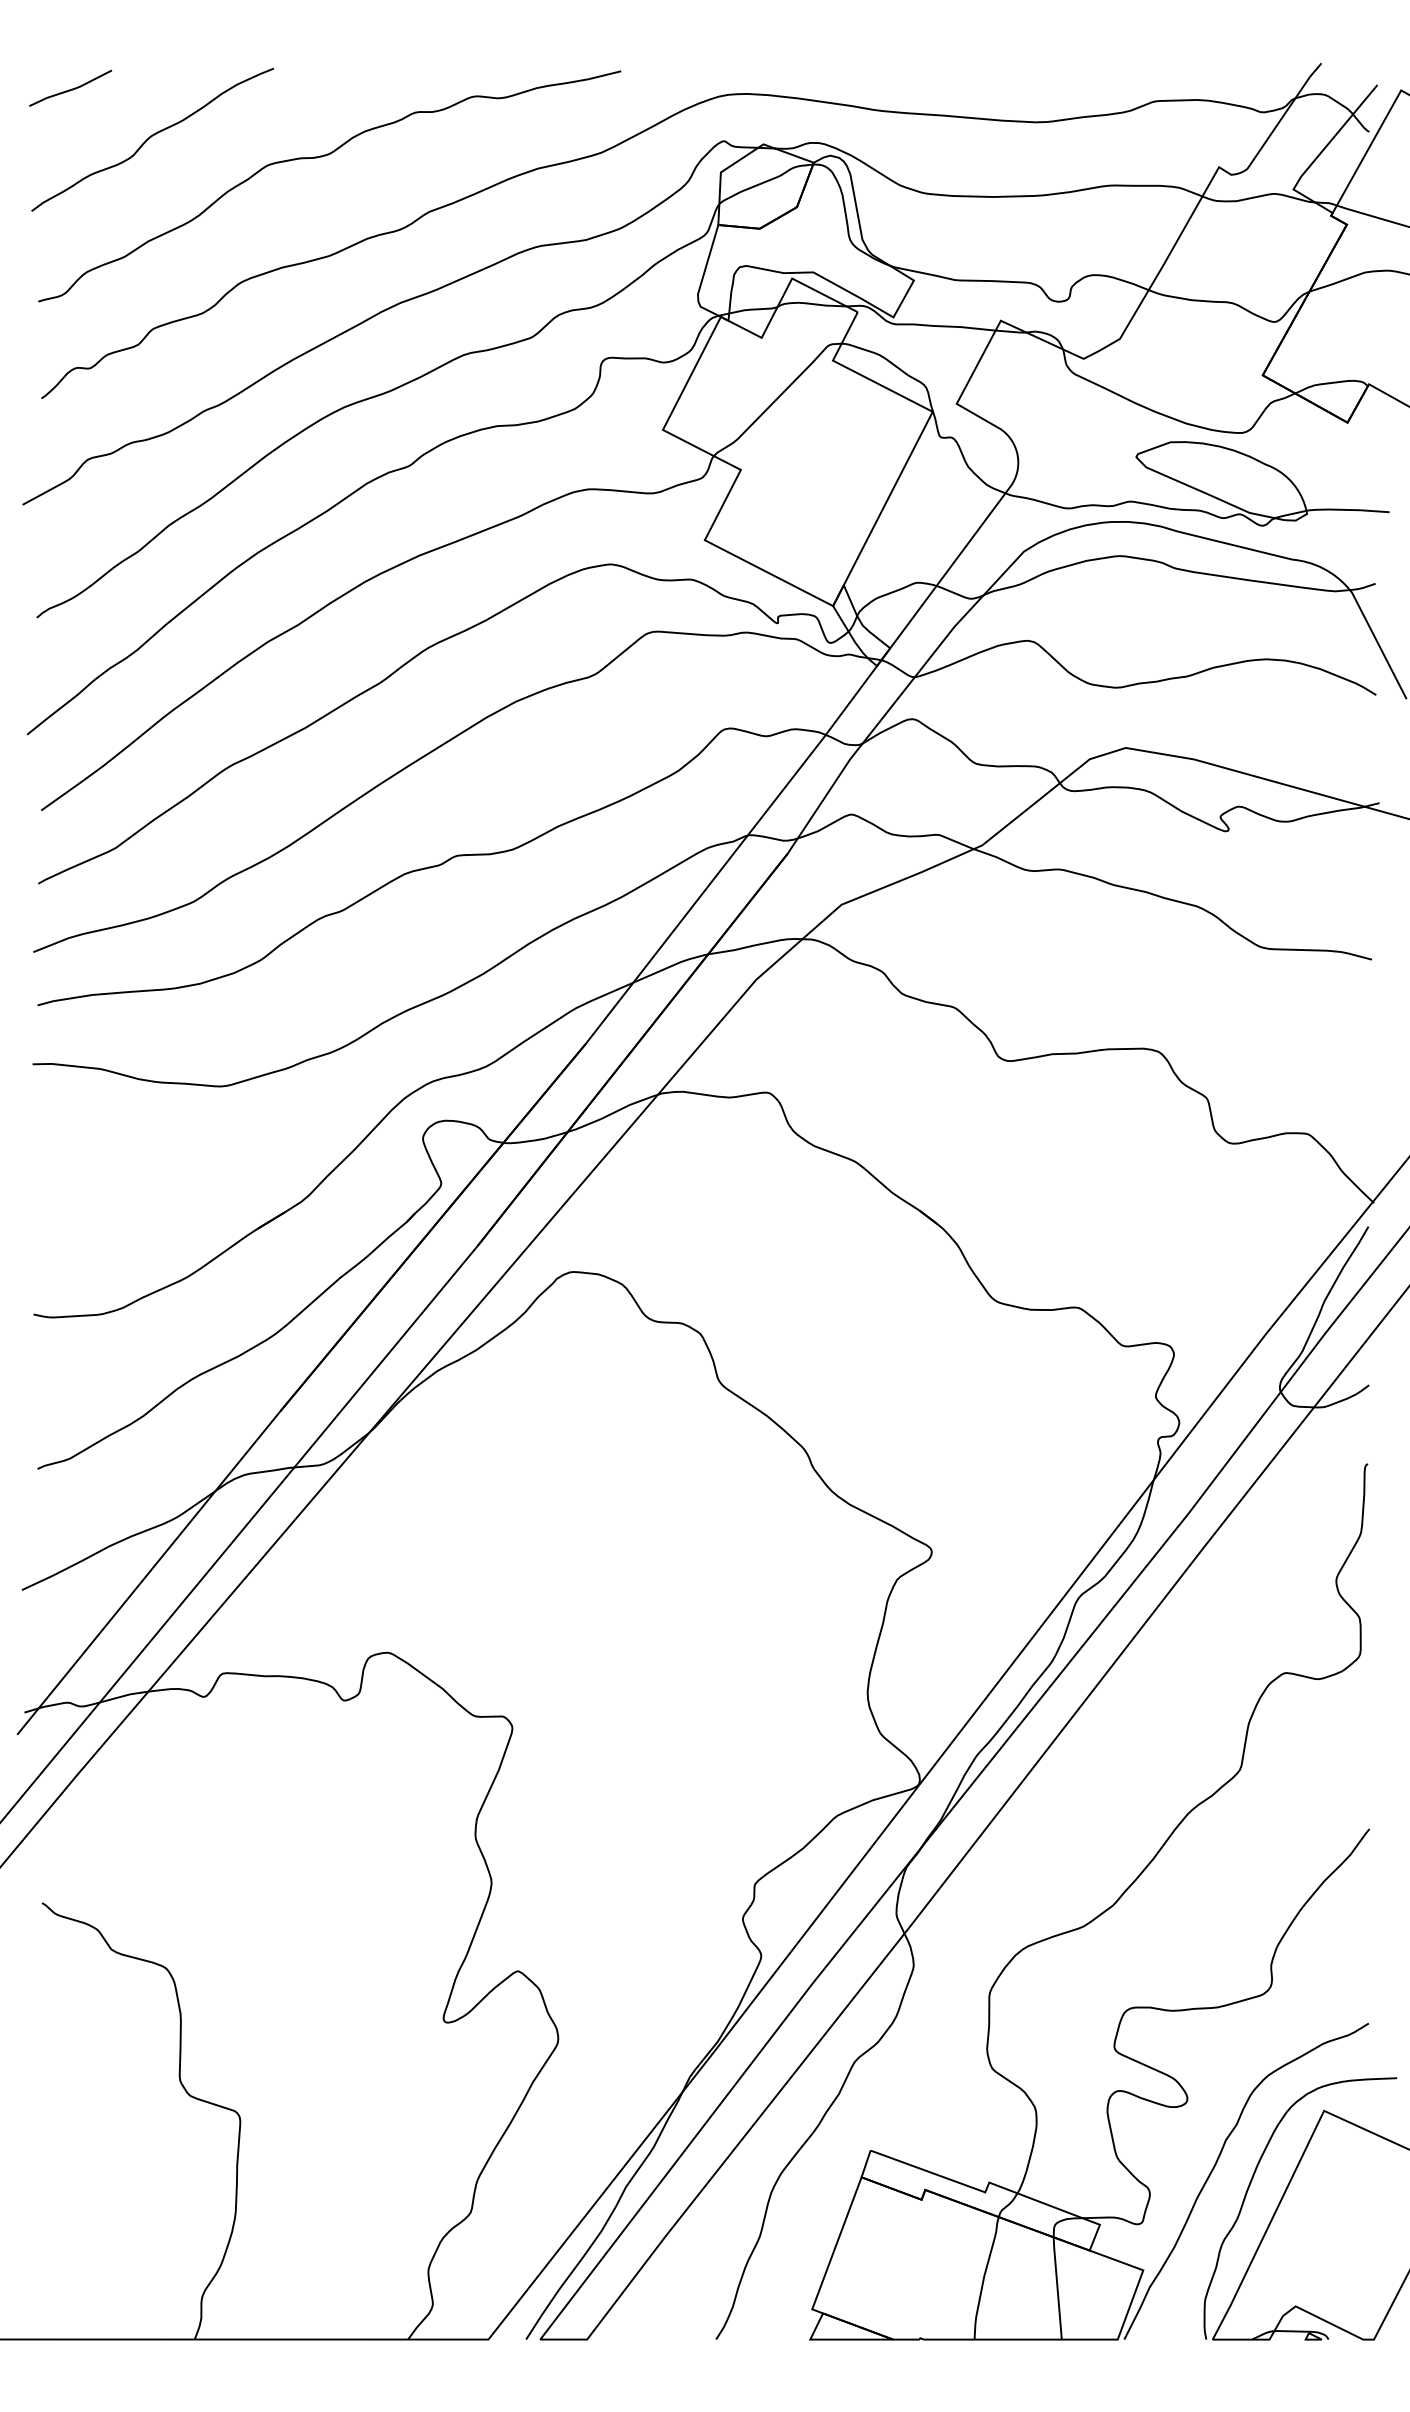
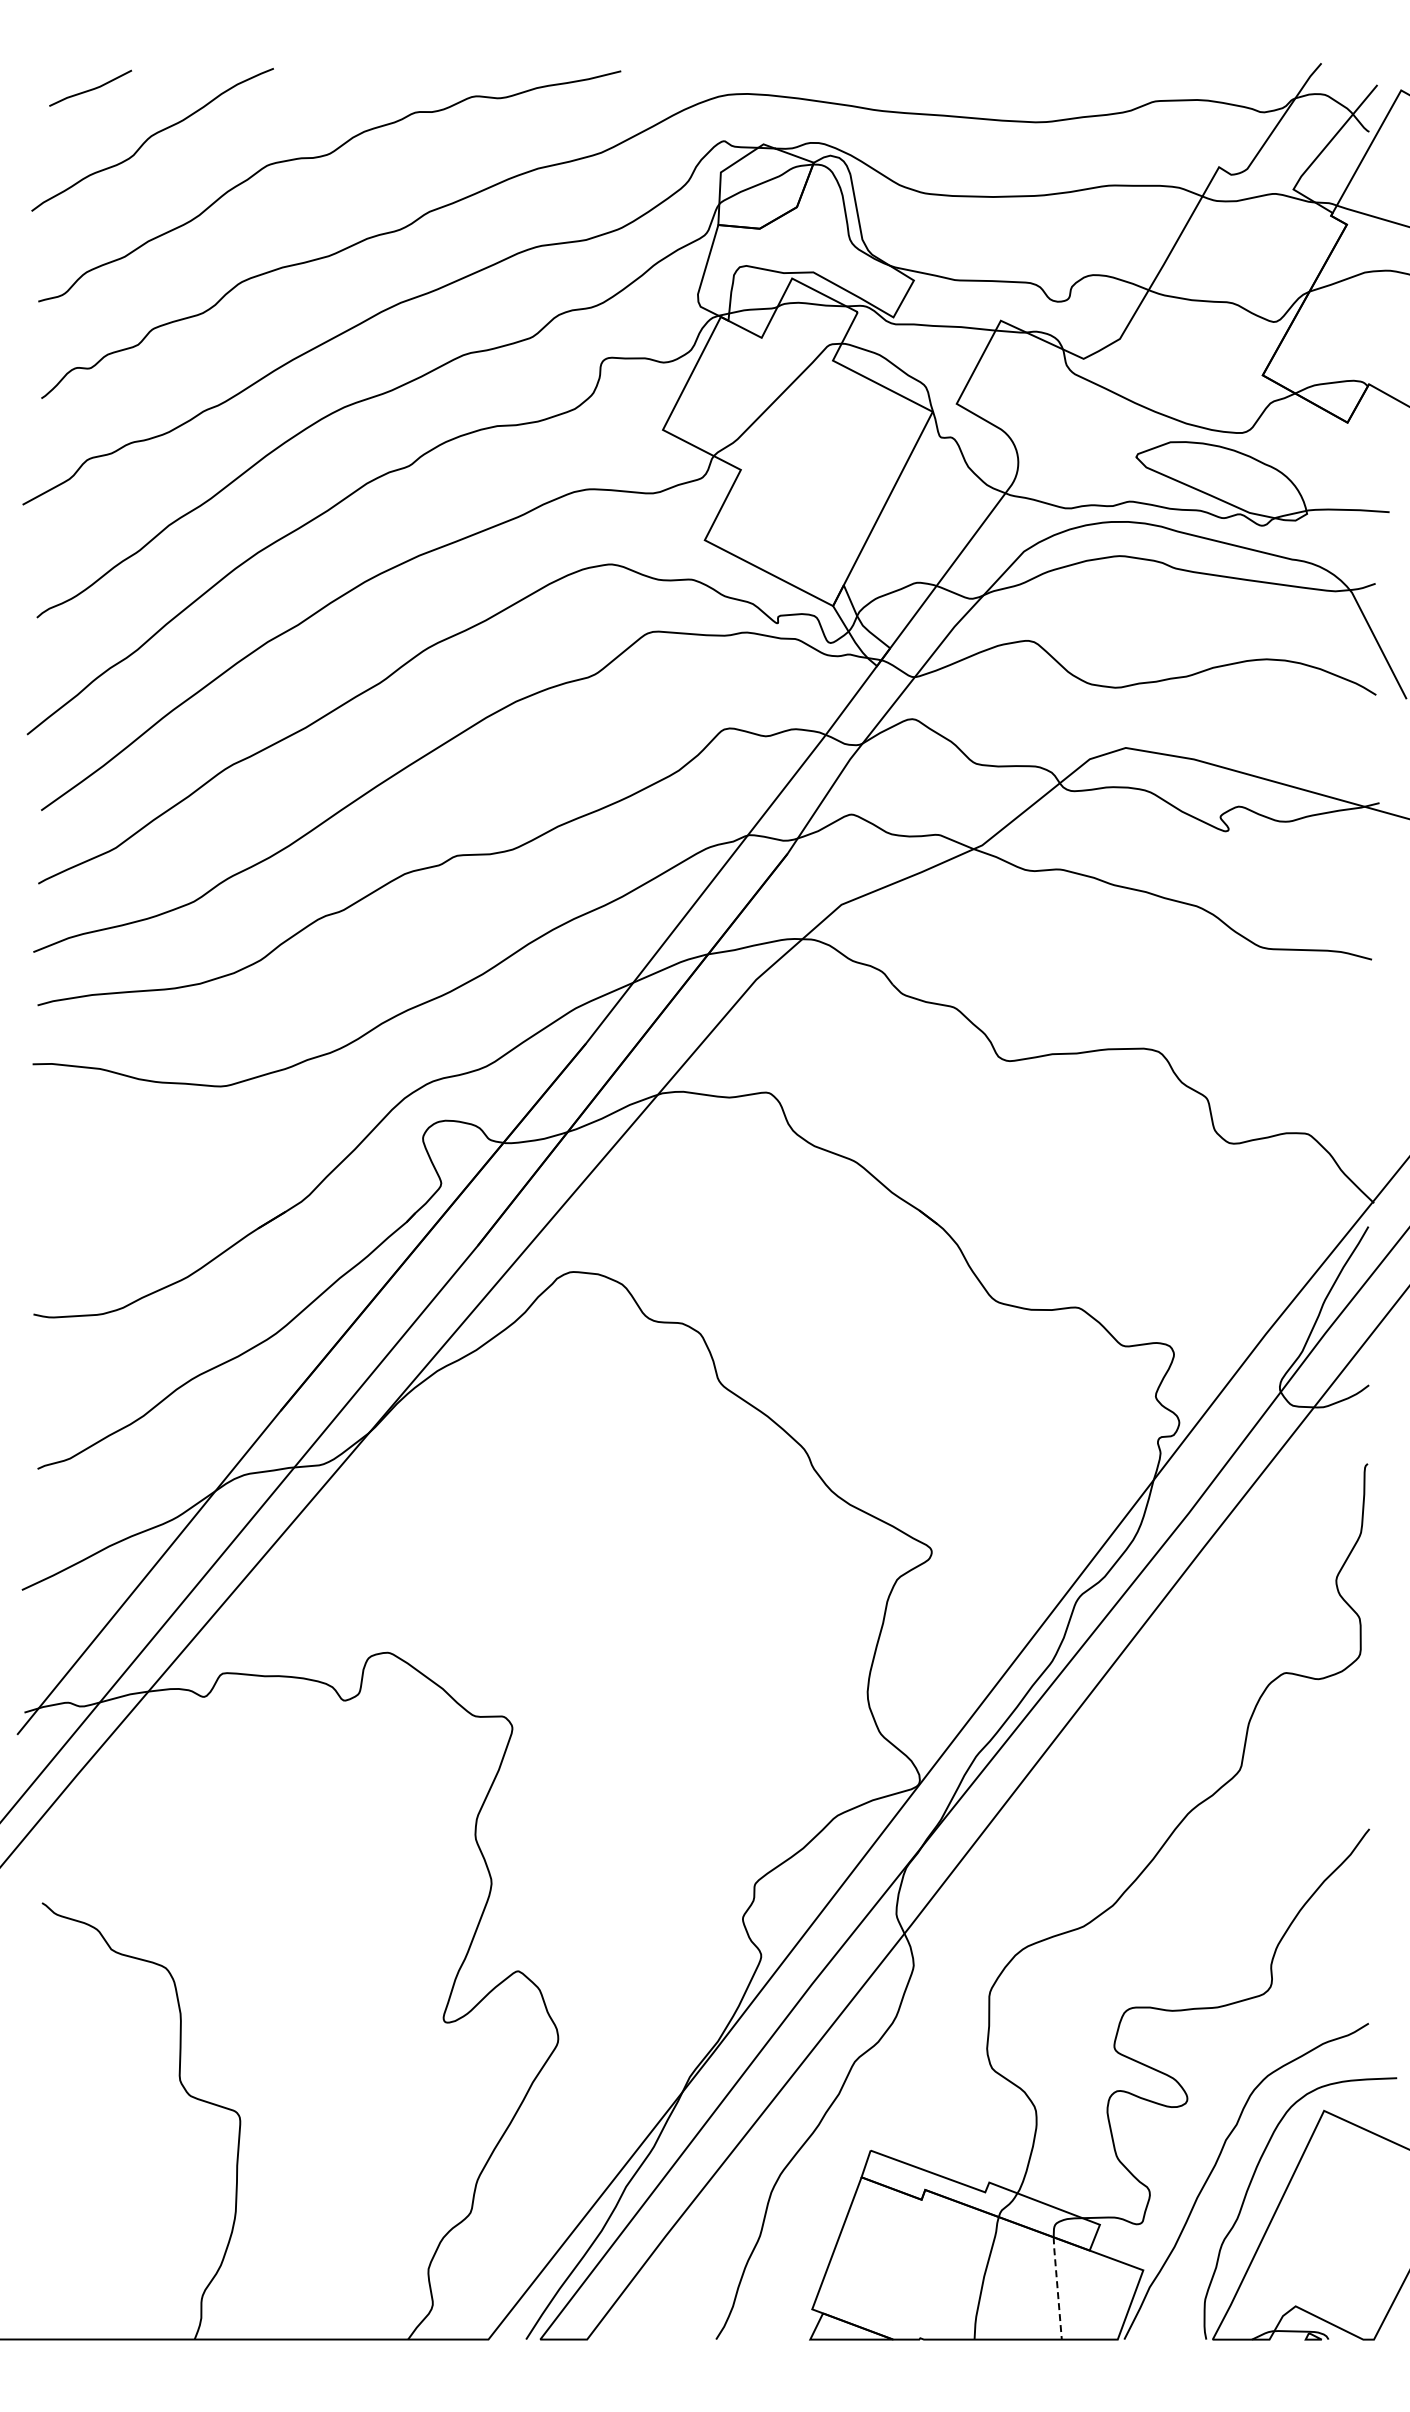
line at (71, 88) position: (71, 88) -> (91, 88)
line at (1057, 2287): solid -> dashed
